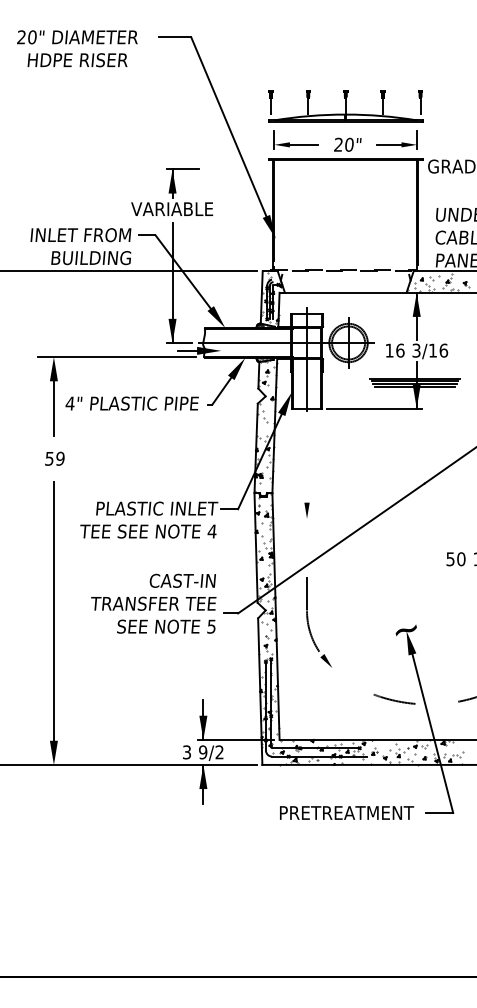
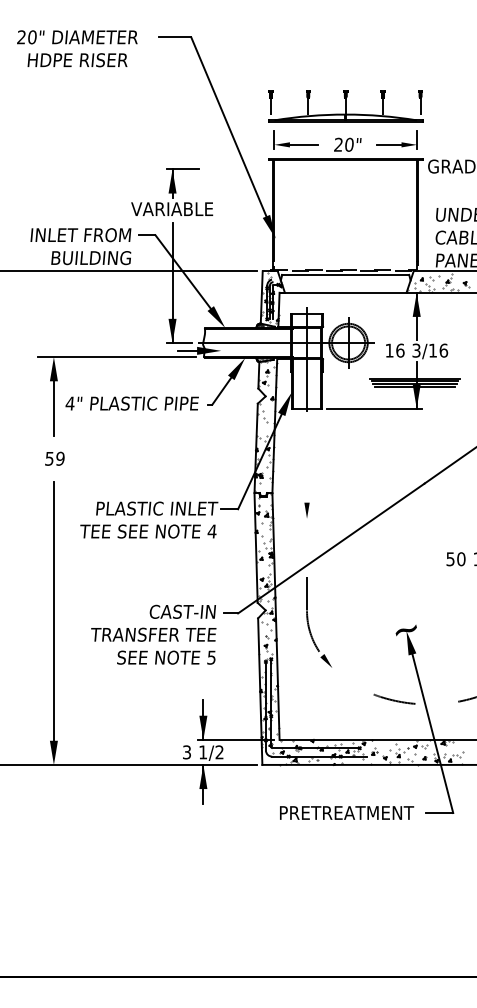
line at (345, 274): none -> present
text at (153, 603) position: (153, 603) -> (153, 634)
text at (203, 752): 9/2 -> 1/2
